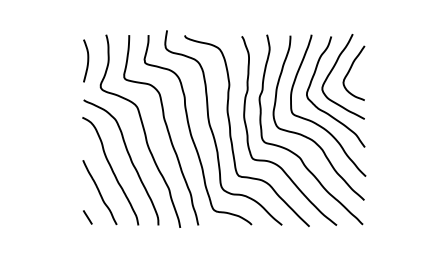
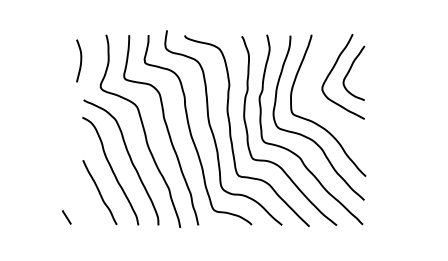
curve at (87, 60) position: (87, 60) -> (80, 60)
curve at (325, 111): present -> none
line at (87, 217) position: (87, 217) -> (66, 217)
